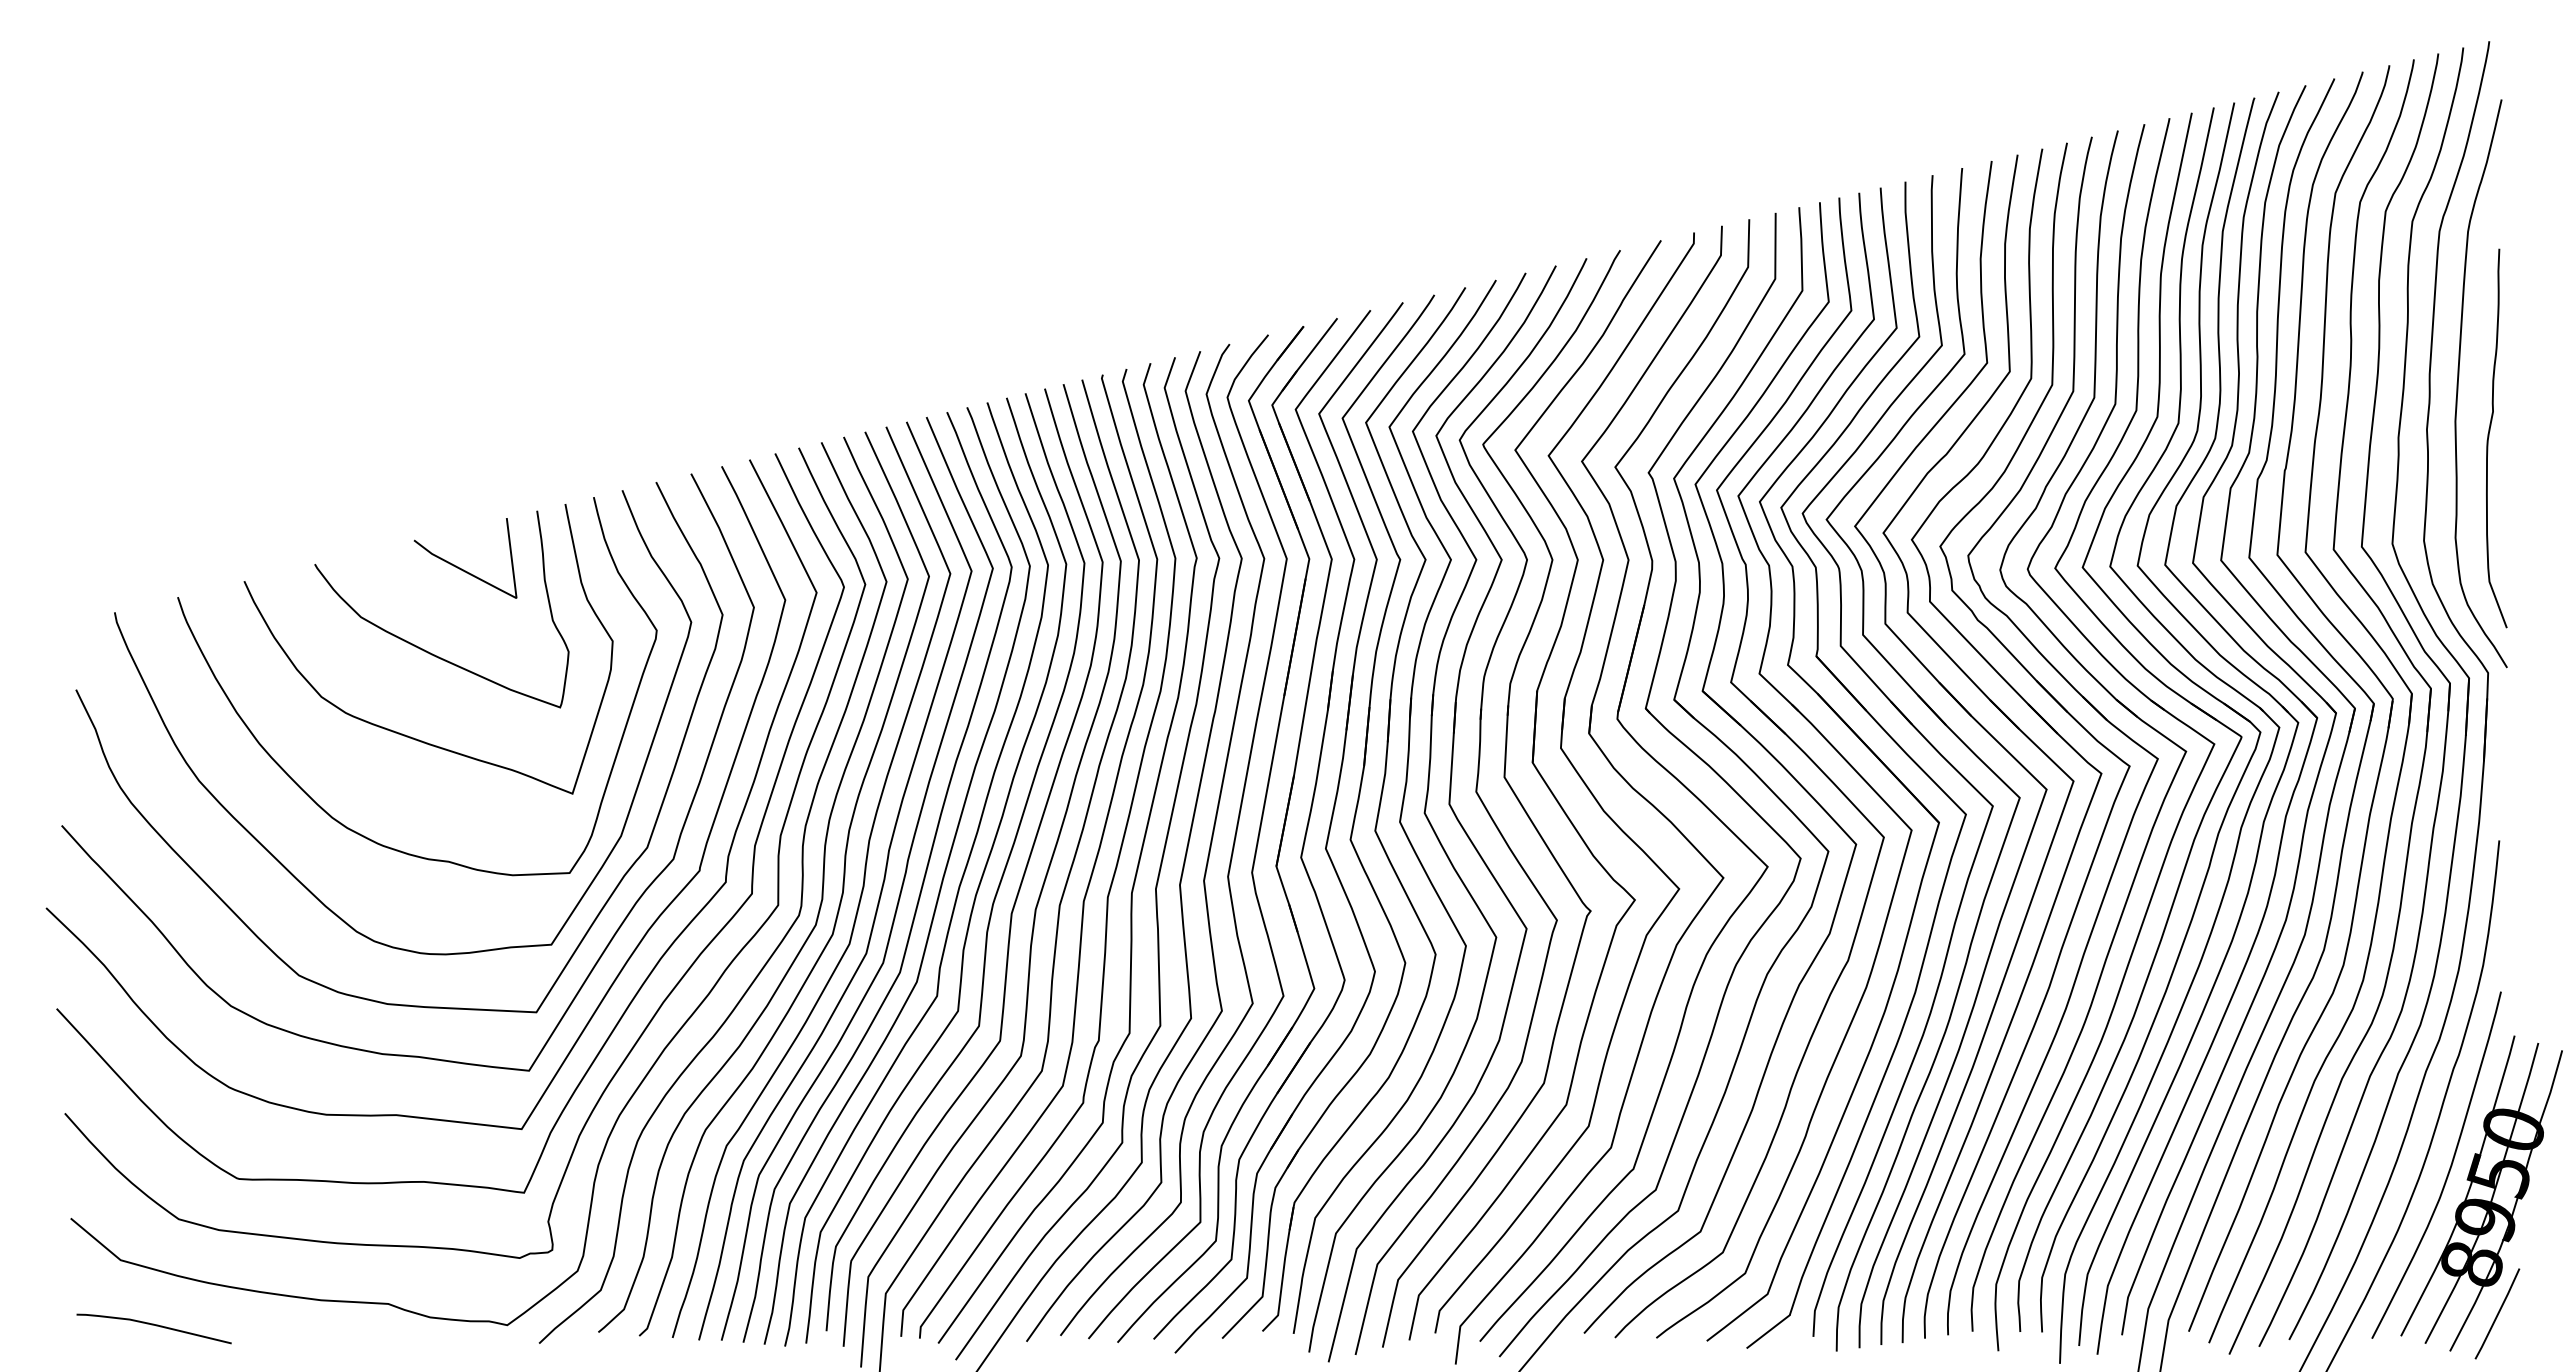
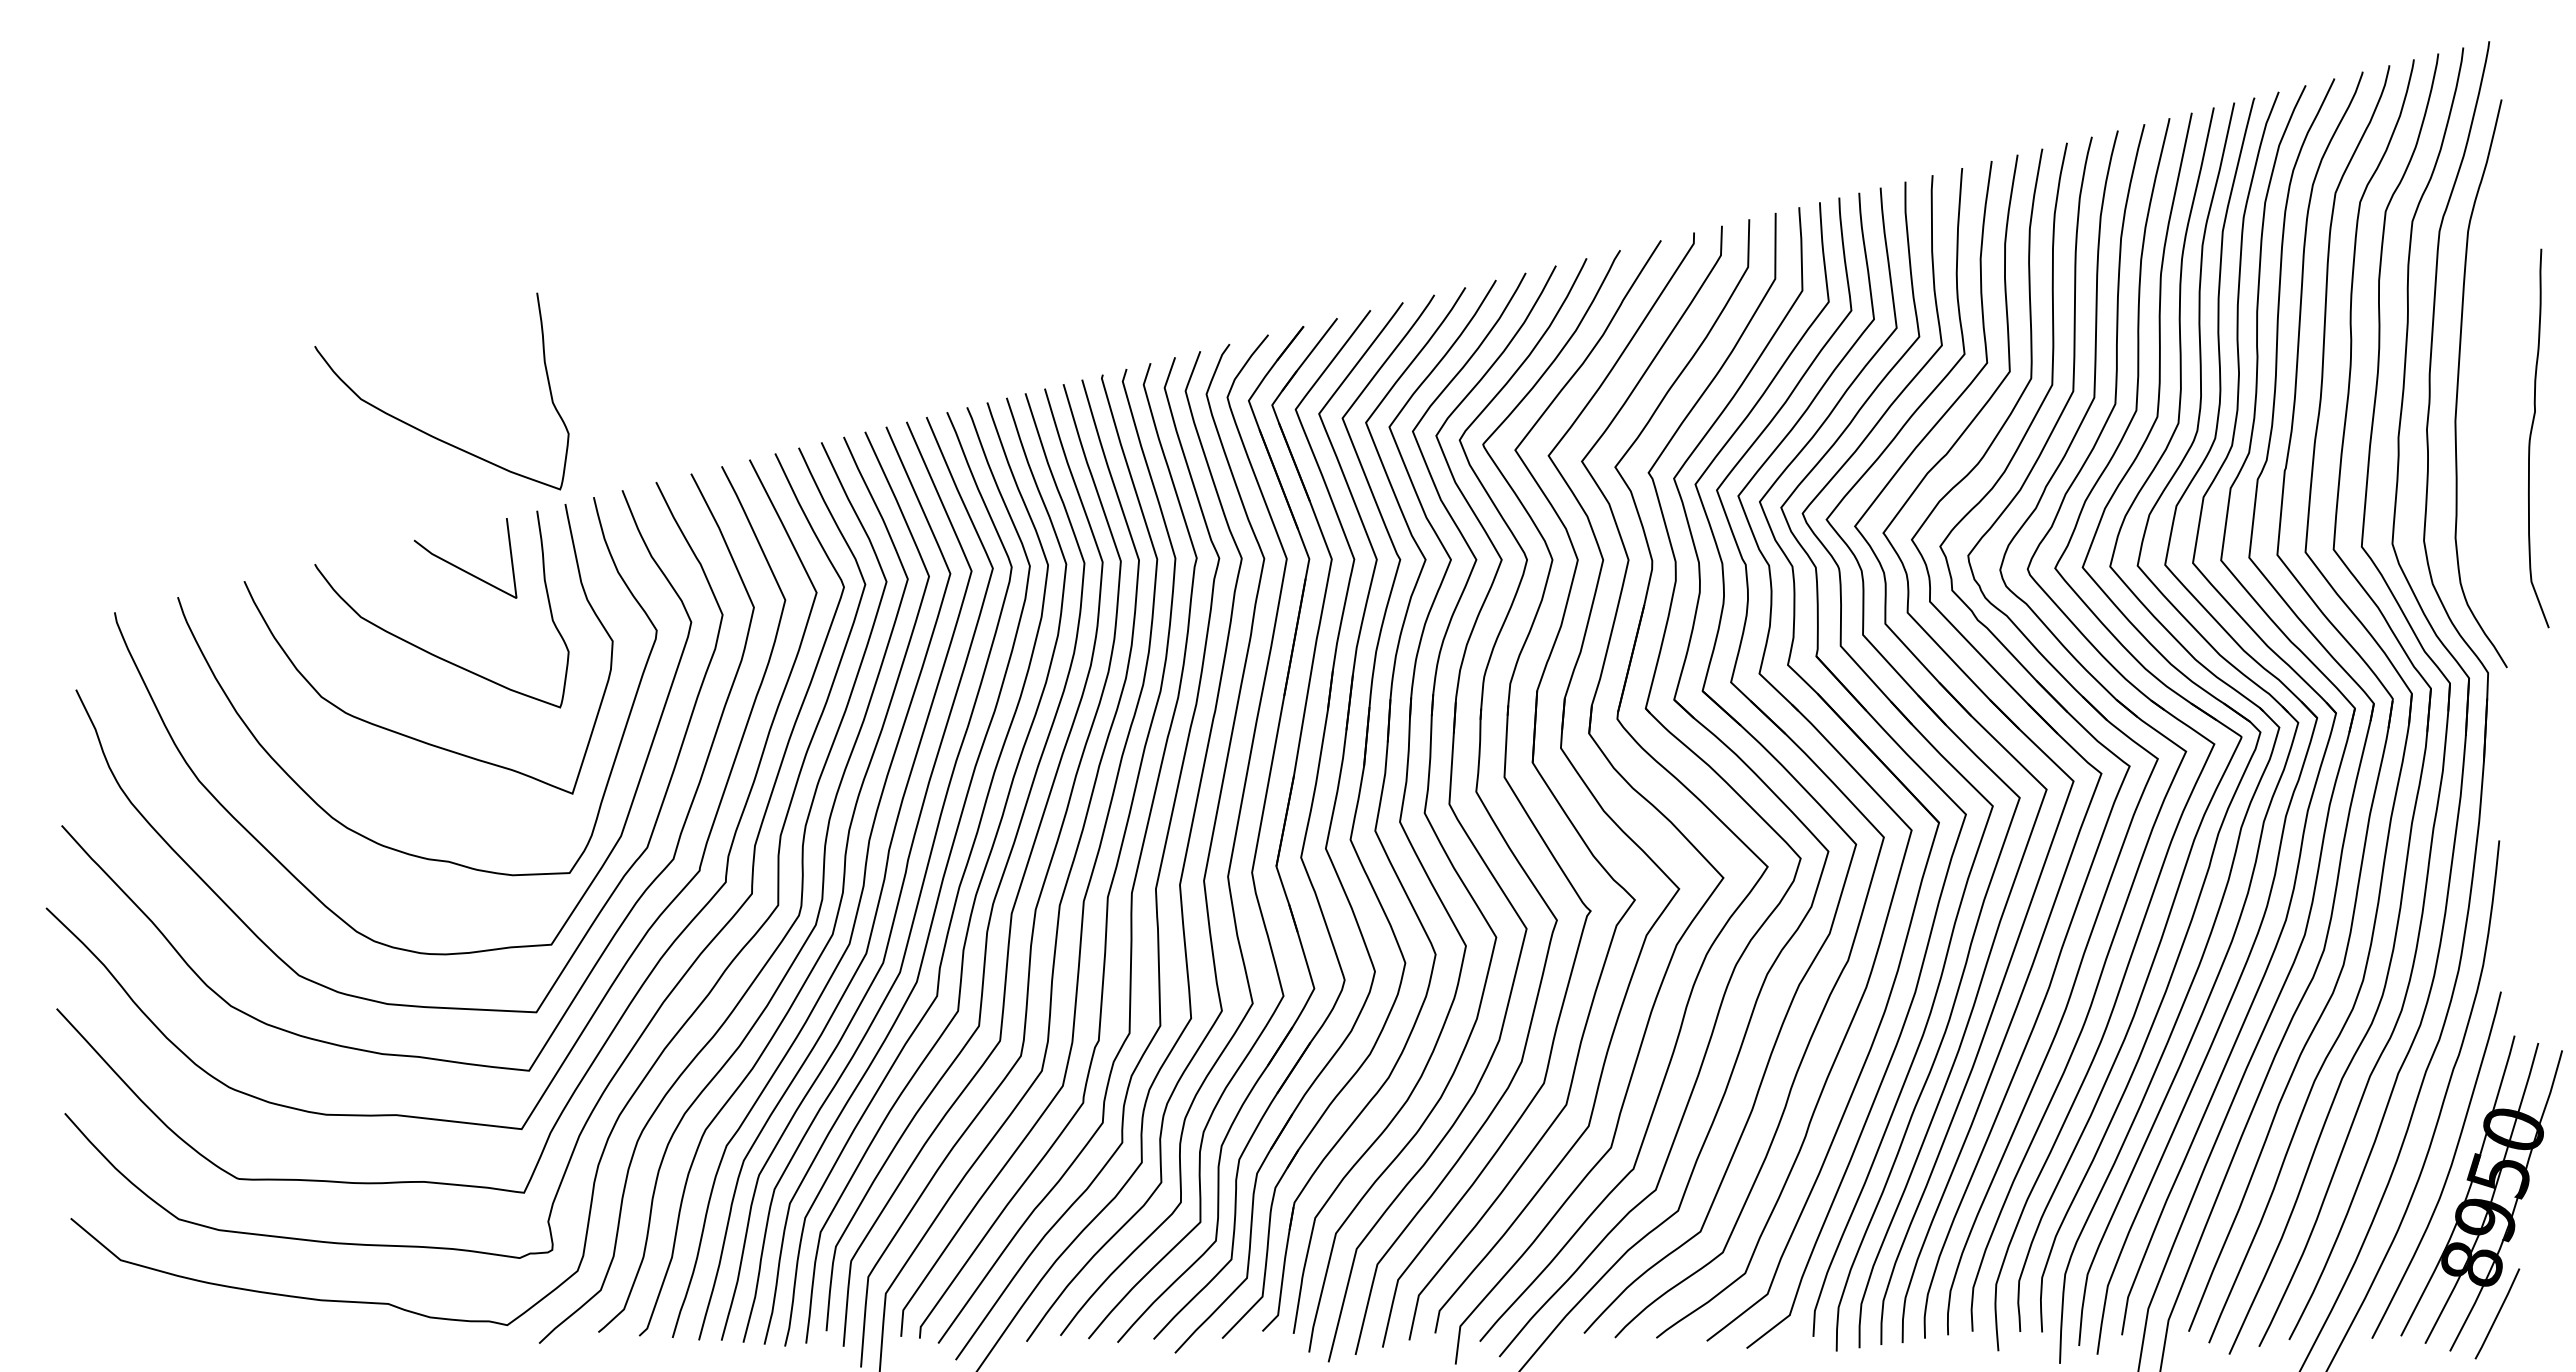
curve at (422, 430): none -> present
curve at (2489, 437) position: (2489, 437) -> (2531, 437)
curve at (153, 1325): present -> none
